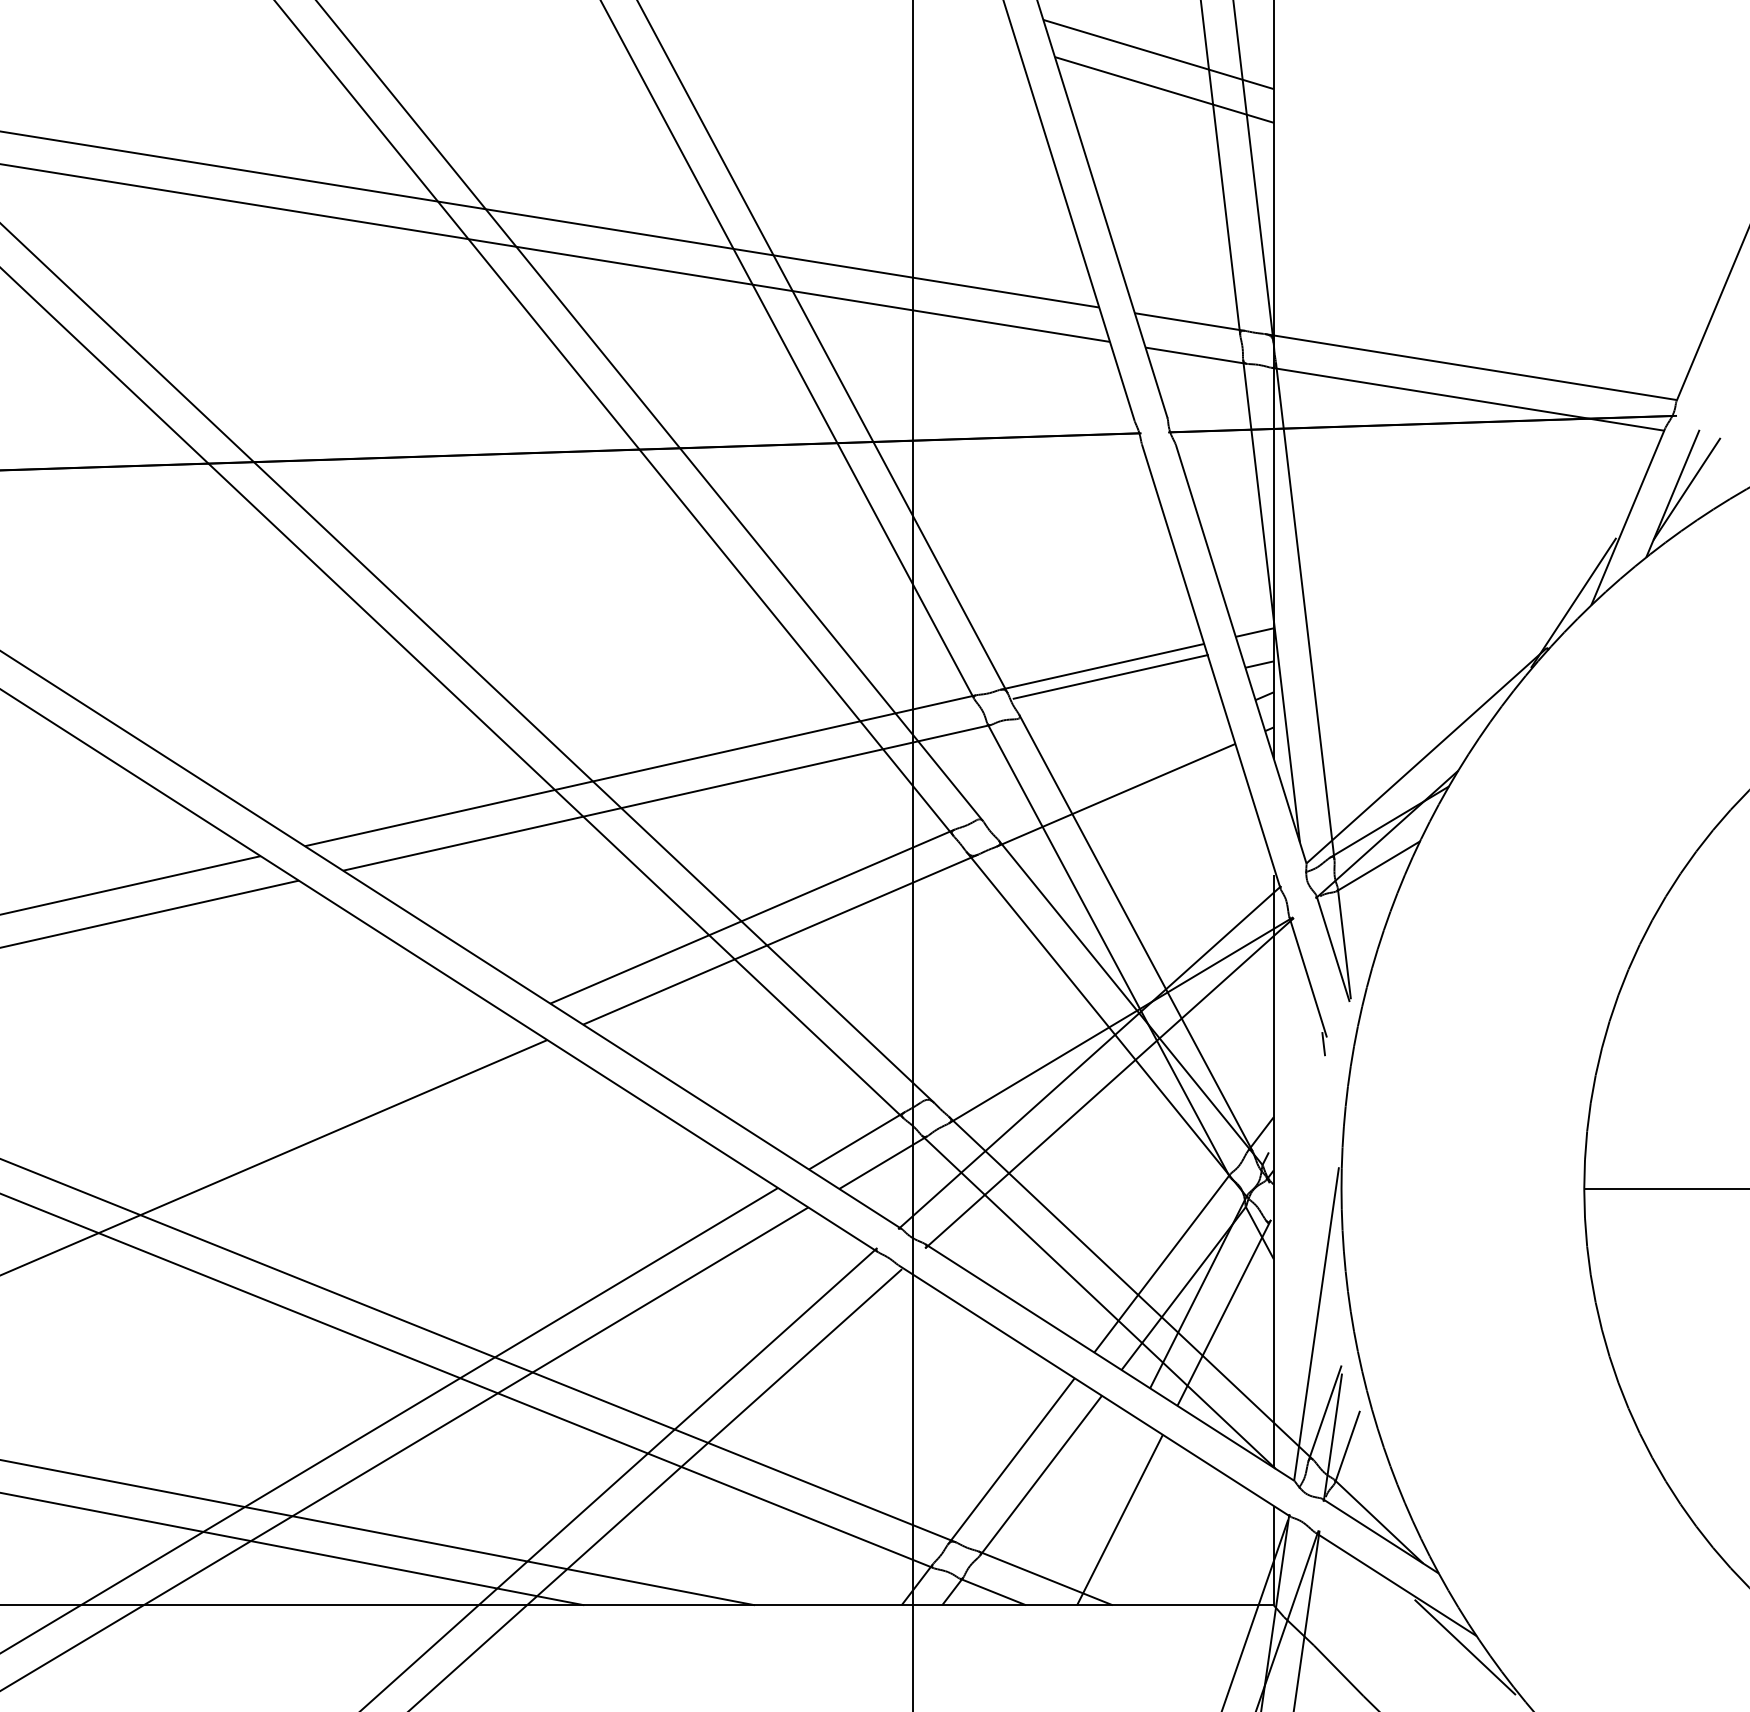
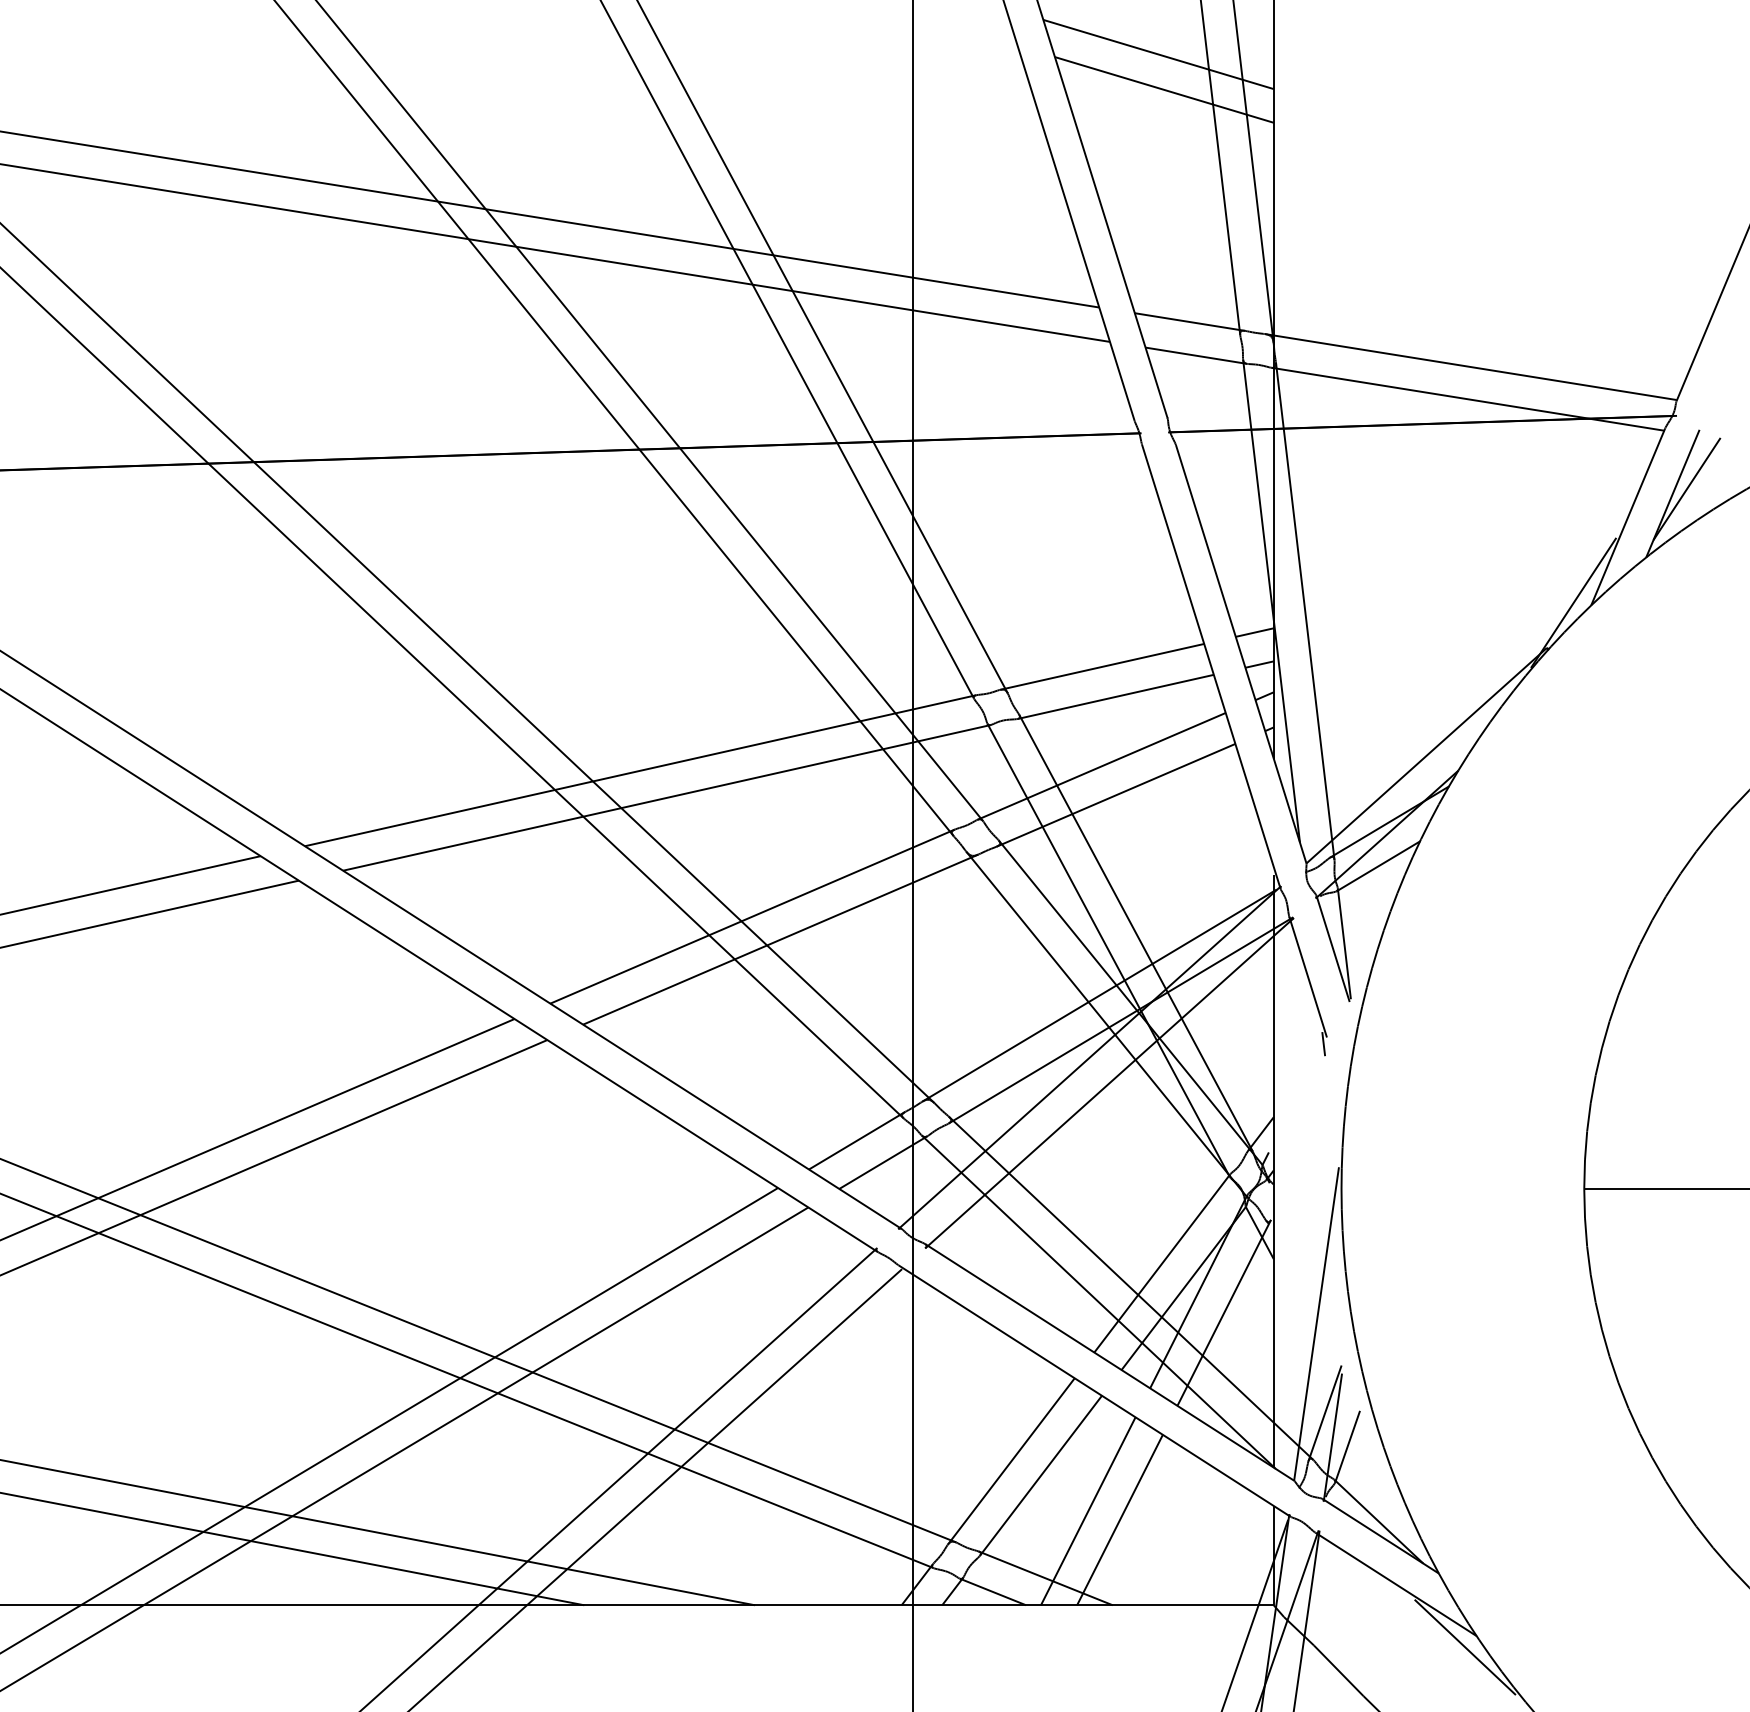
line at (1110, 676) position: (1110, 676) -> (1115, 696)
line at (1101, 765): none -> present
line at (1099, 995): none -> present
line at (258, 1129): none -> present
line at (1087, 1511): none -> present
